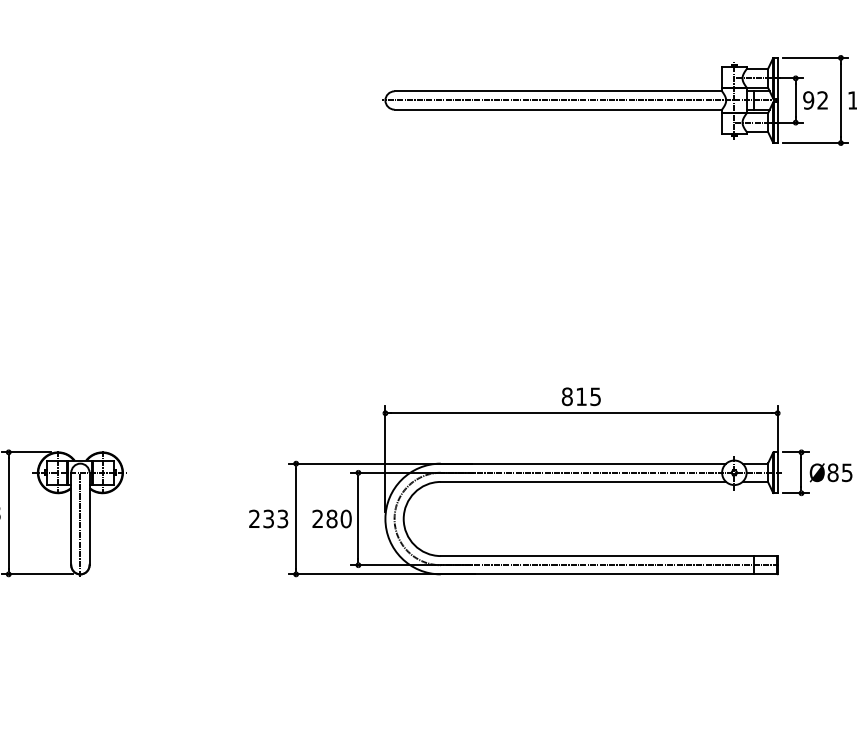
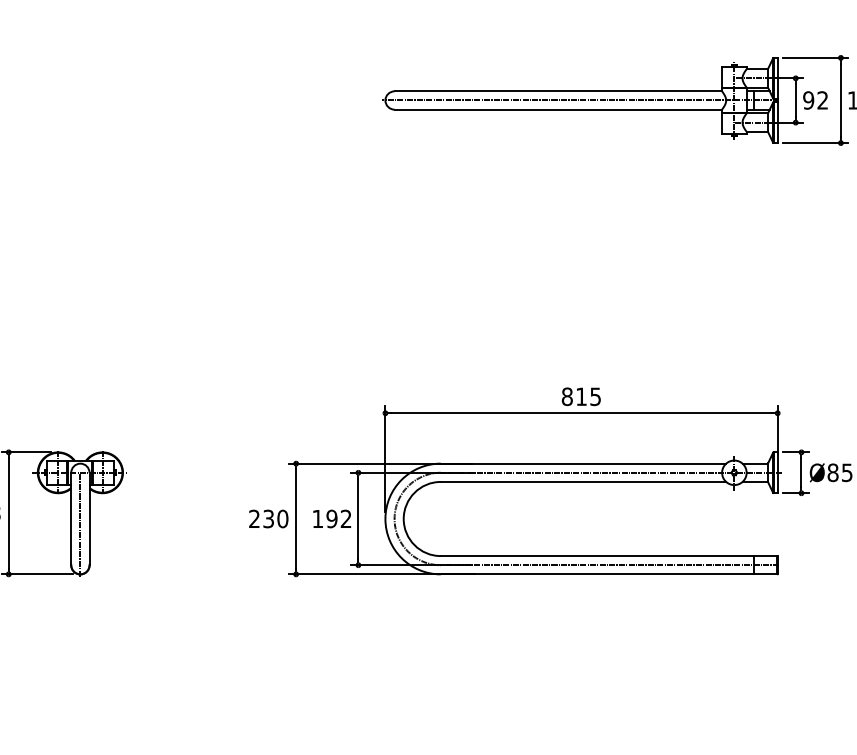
text at (282, 518): 233 -> 230
text at (331, 518): 280 -> 192
